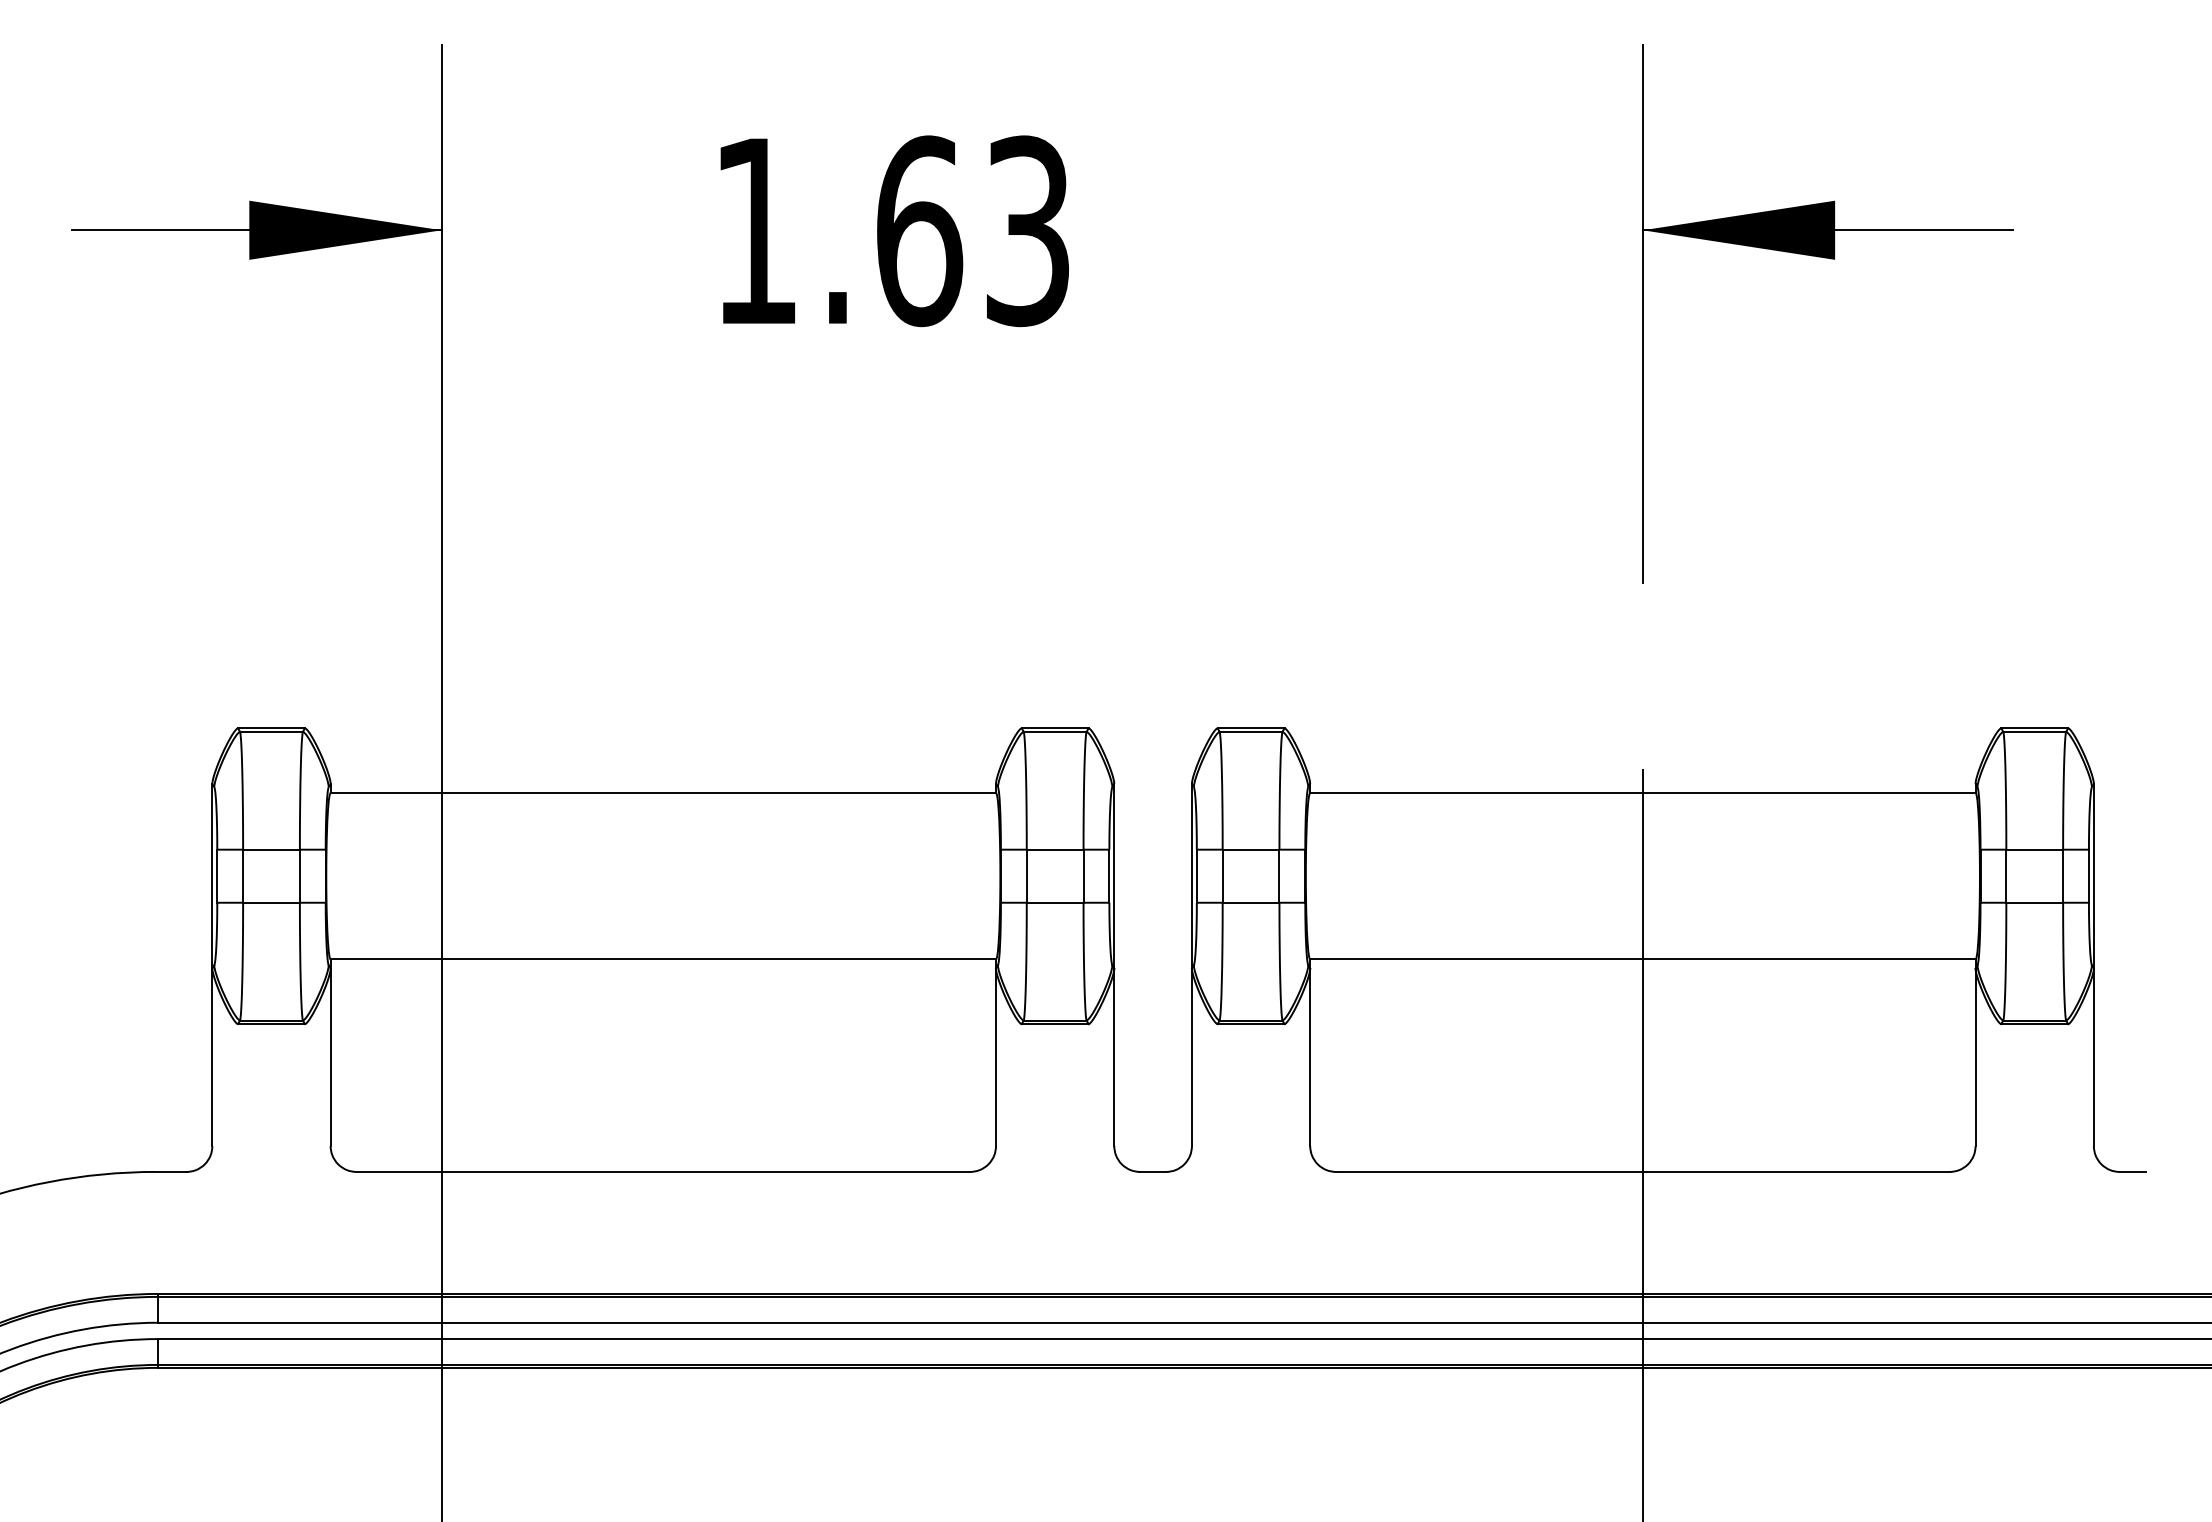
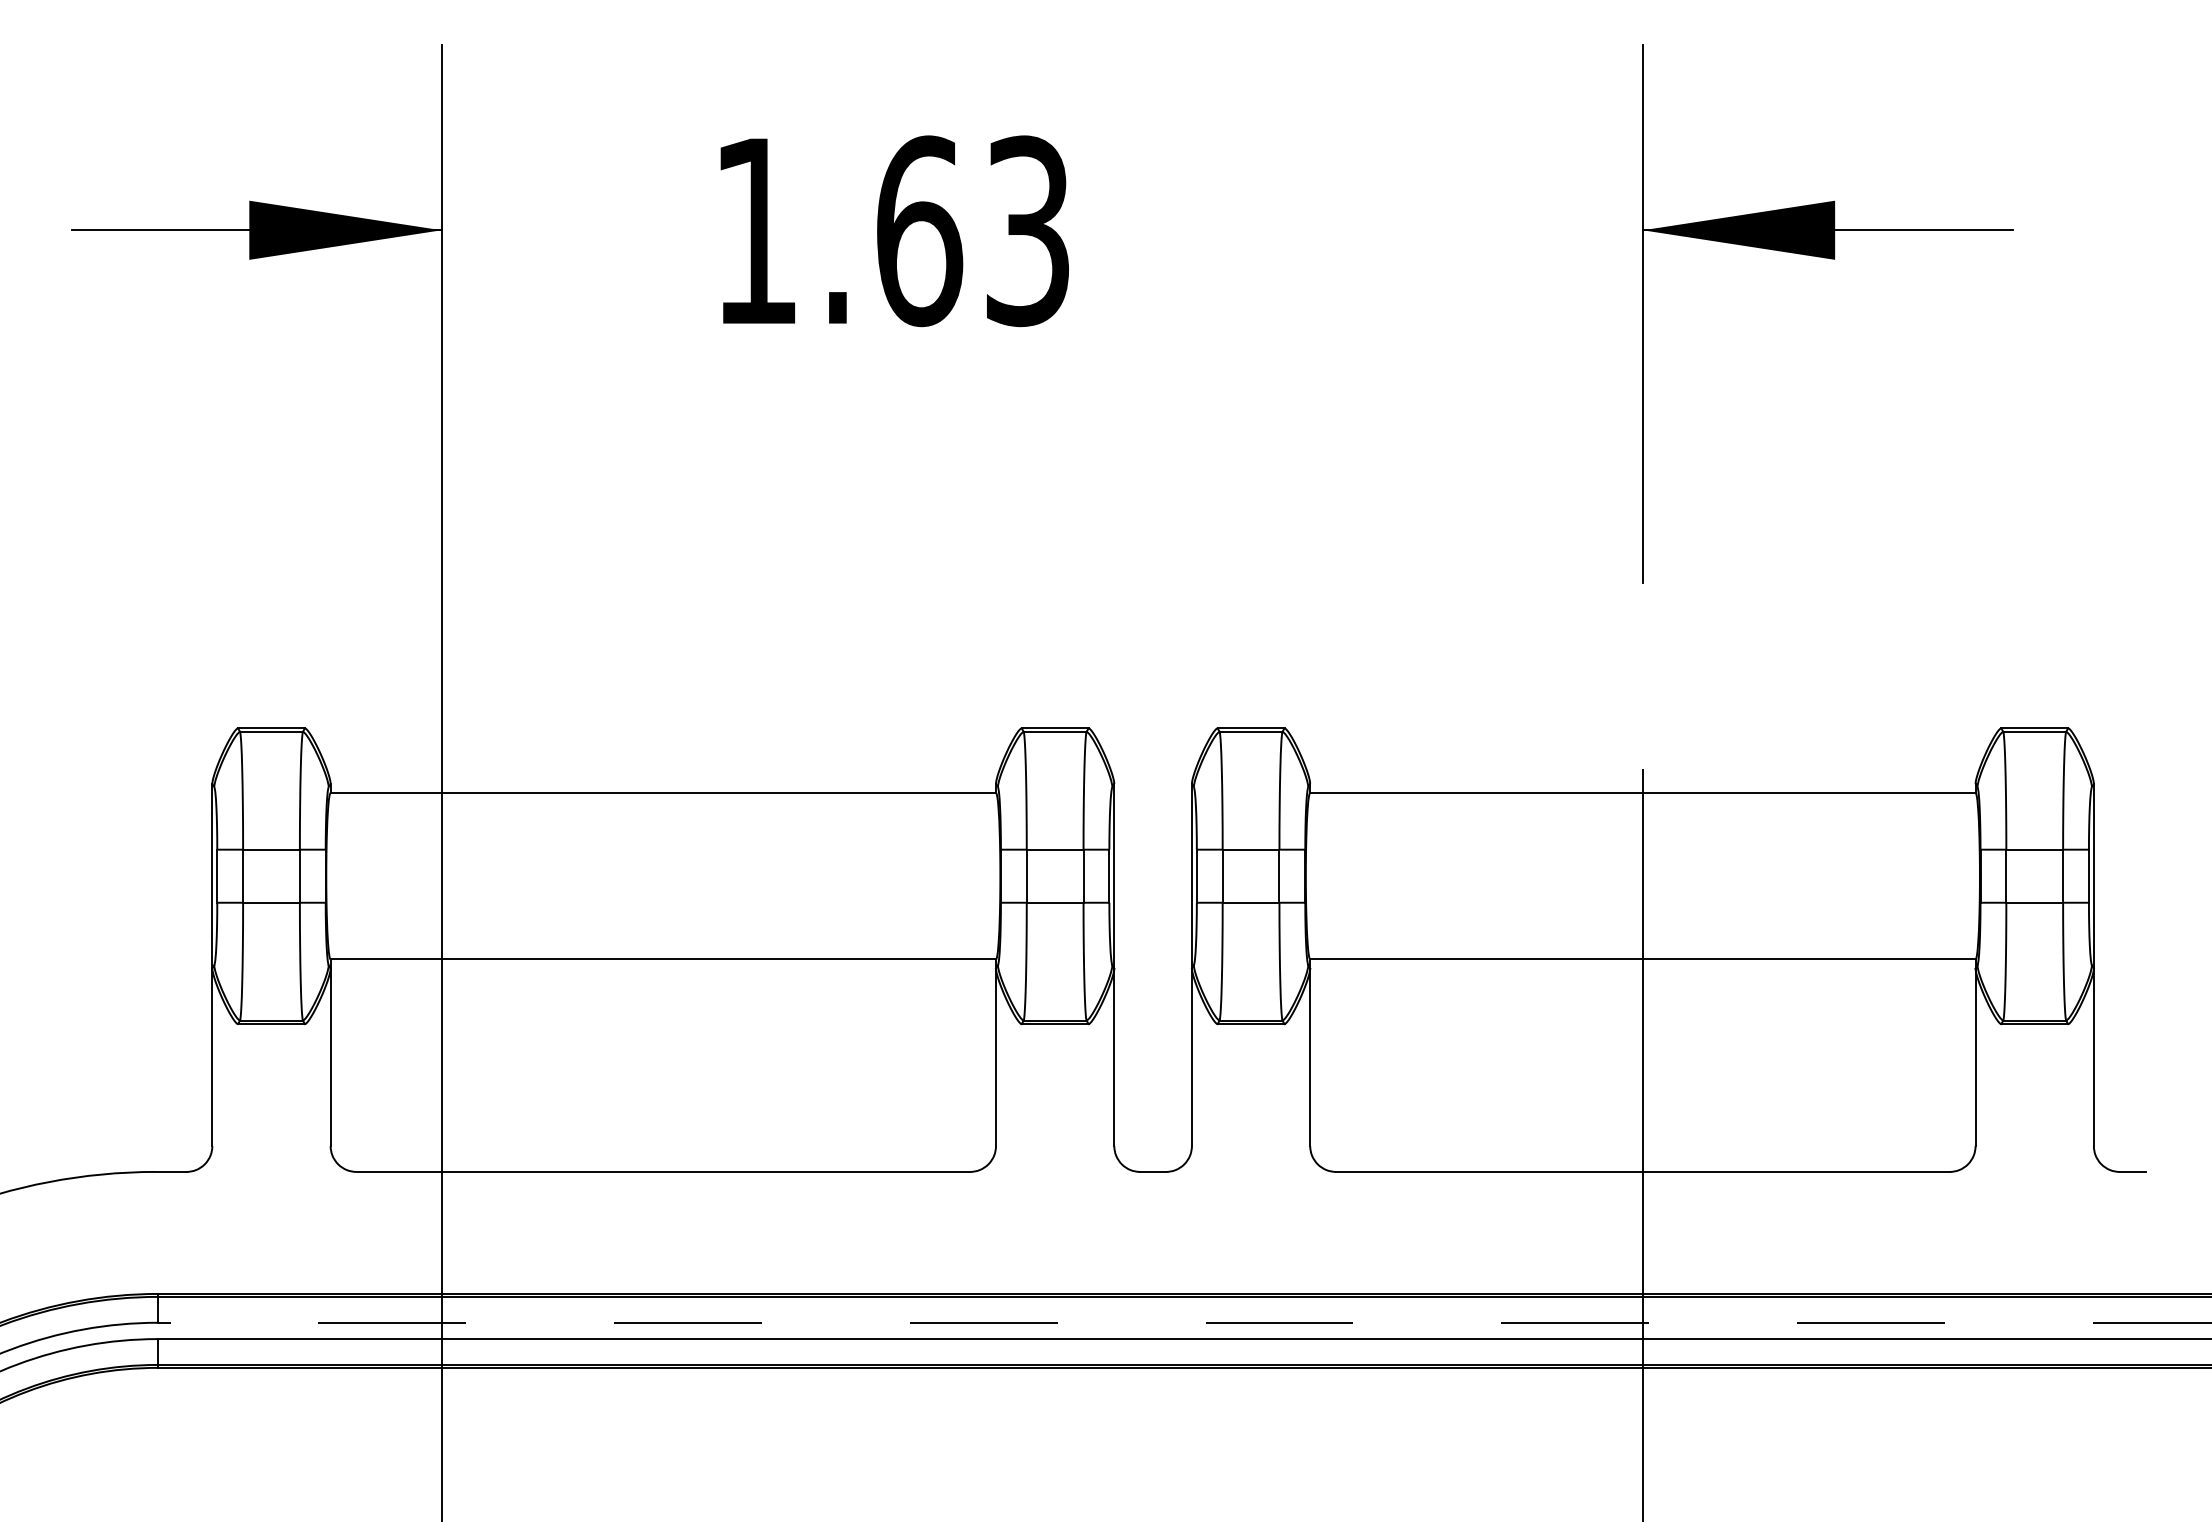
line at (1184, 1322): solid -> dashed
